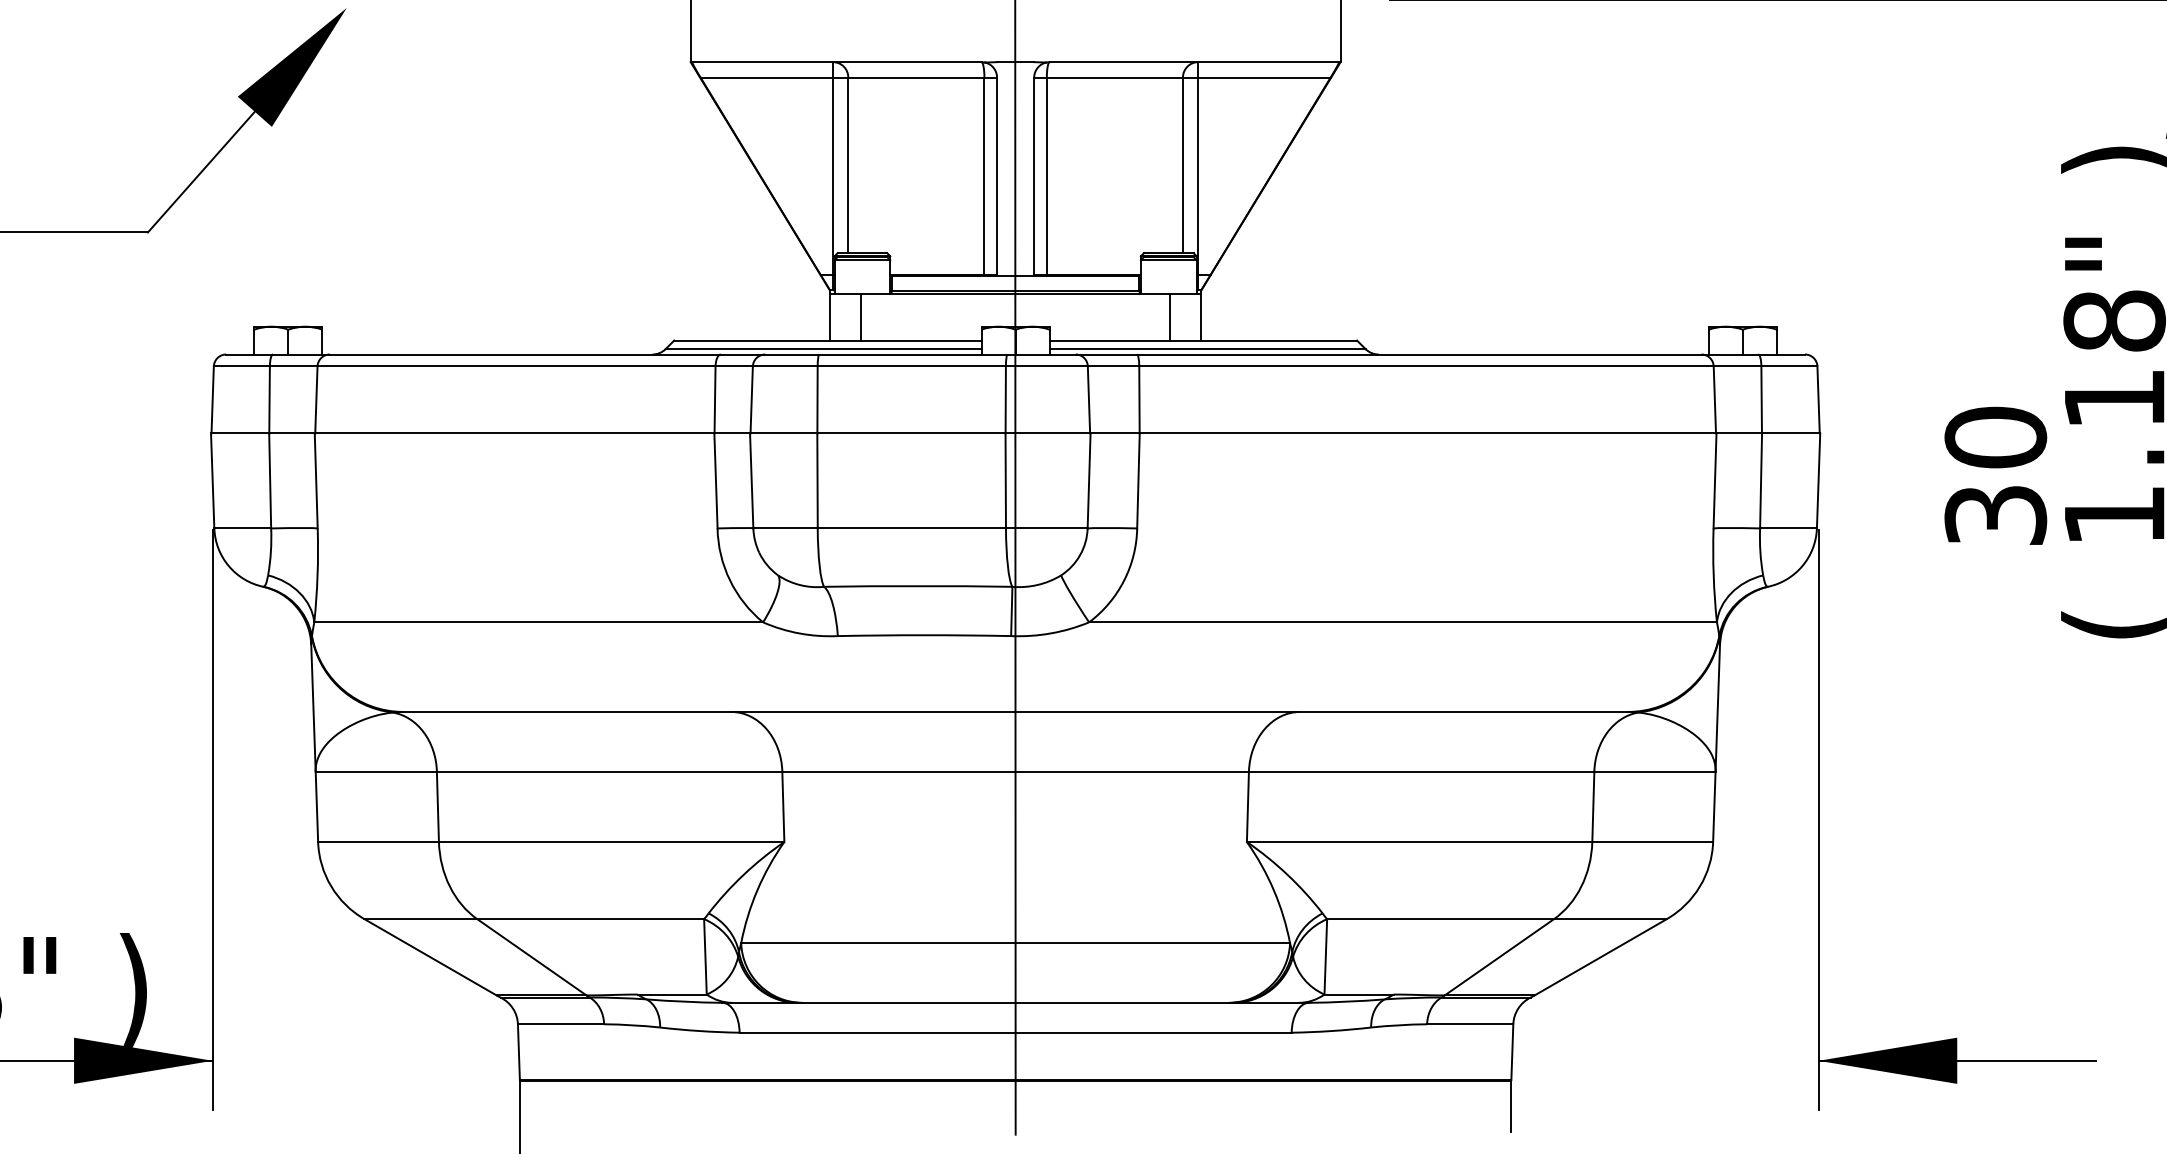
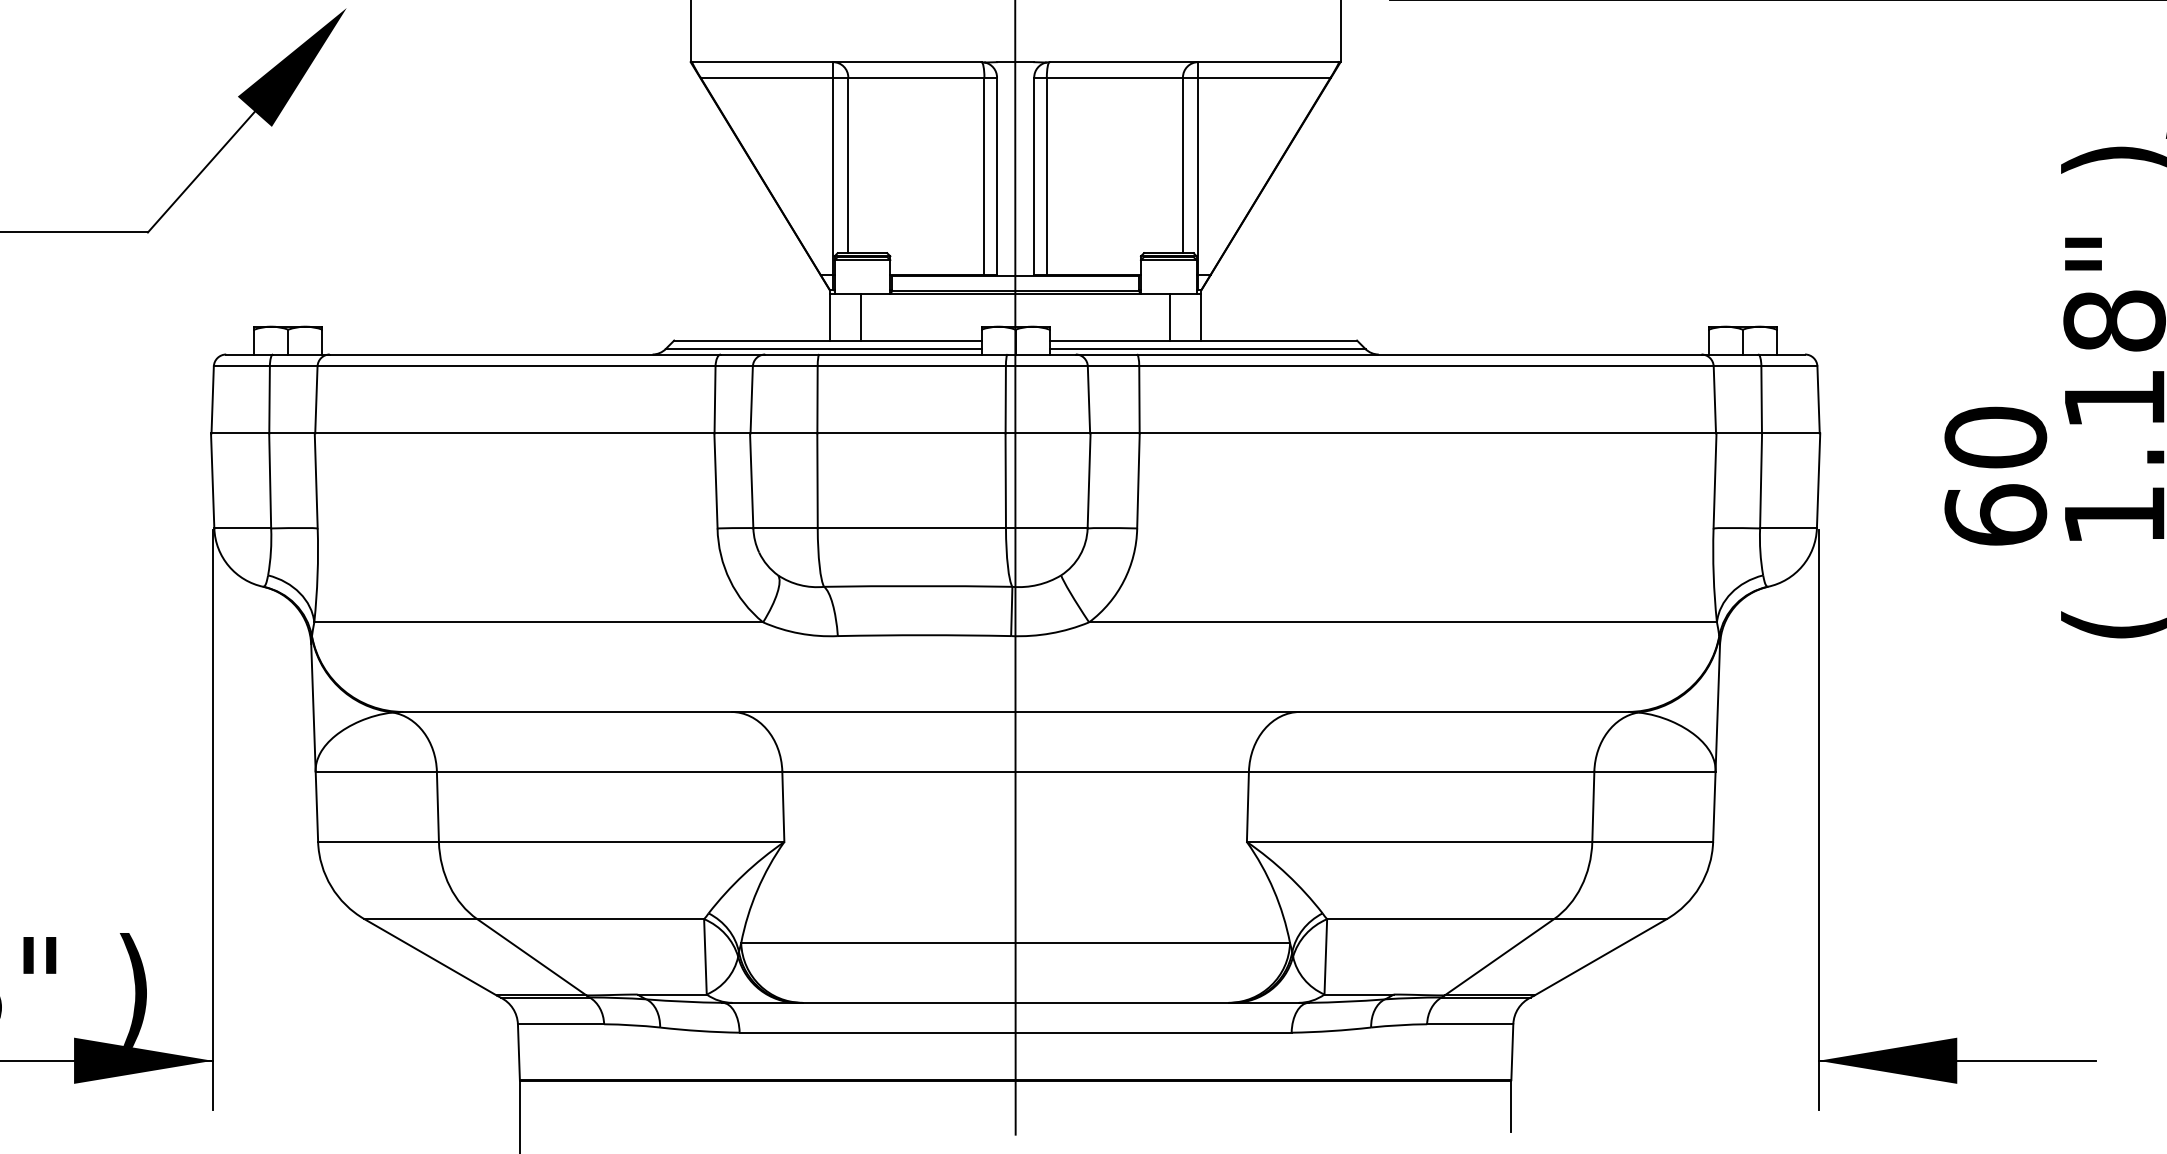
text at (1995, 514): 30 -> 60
